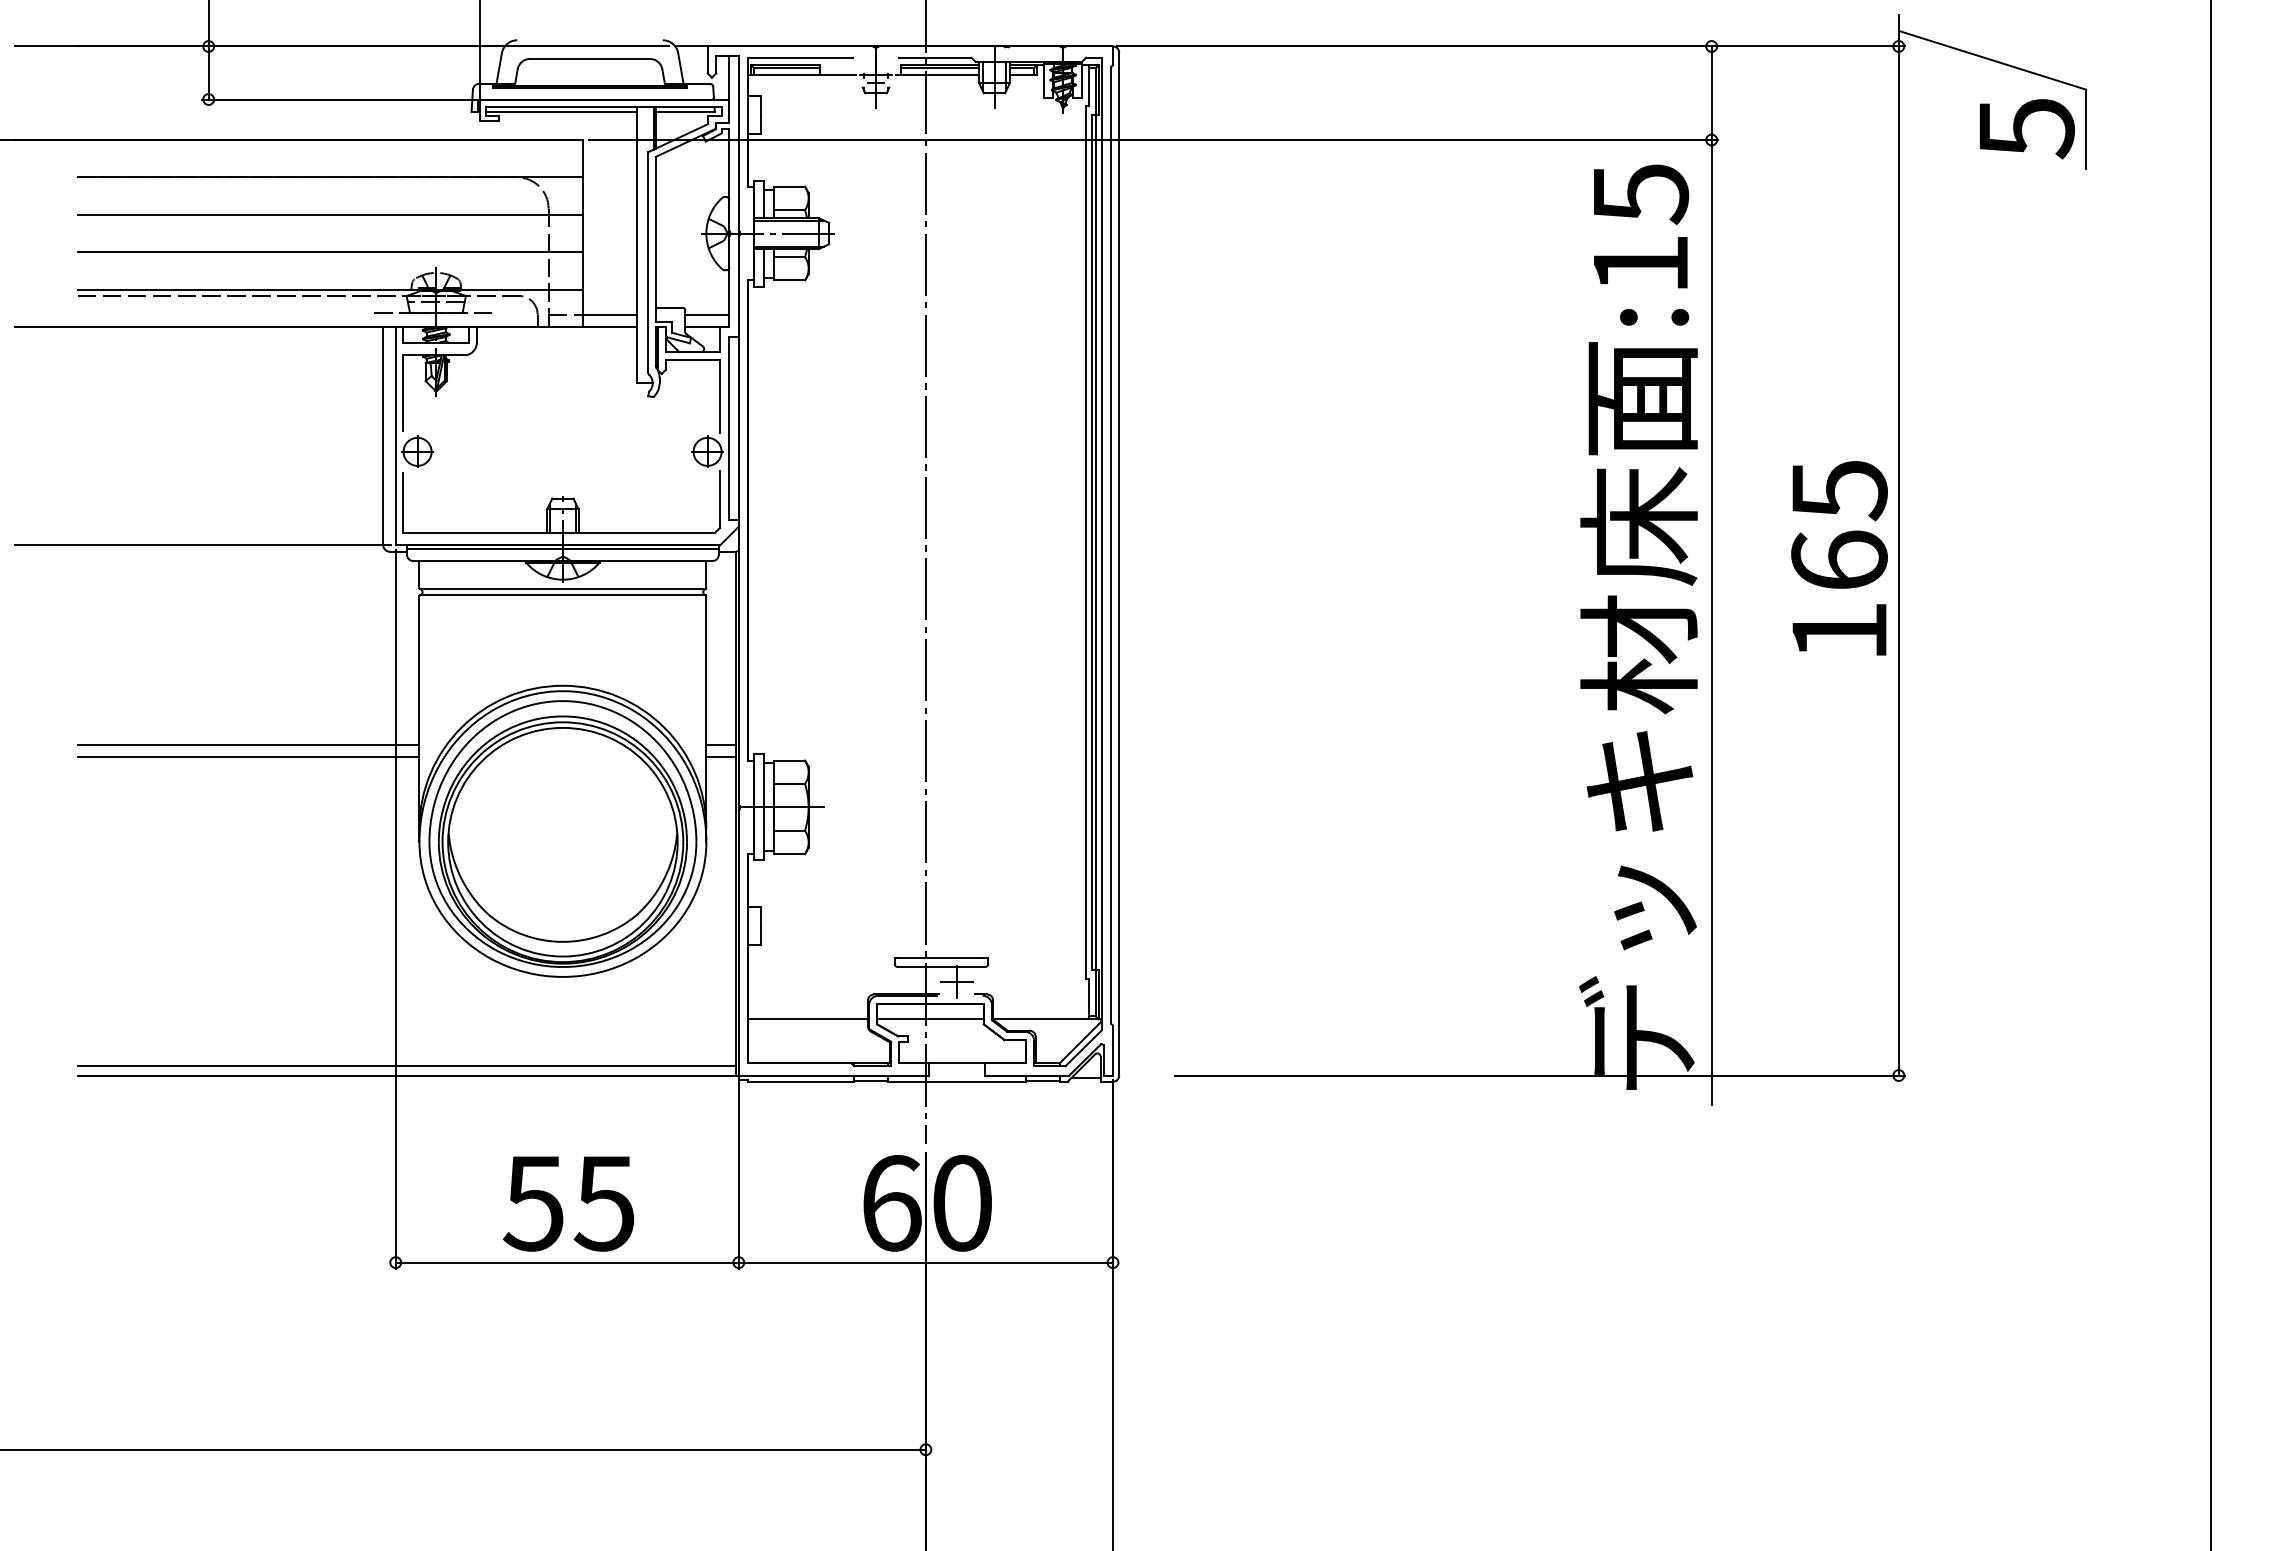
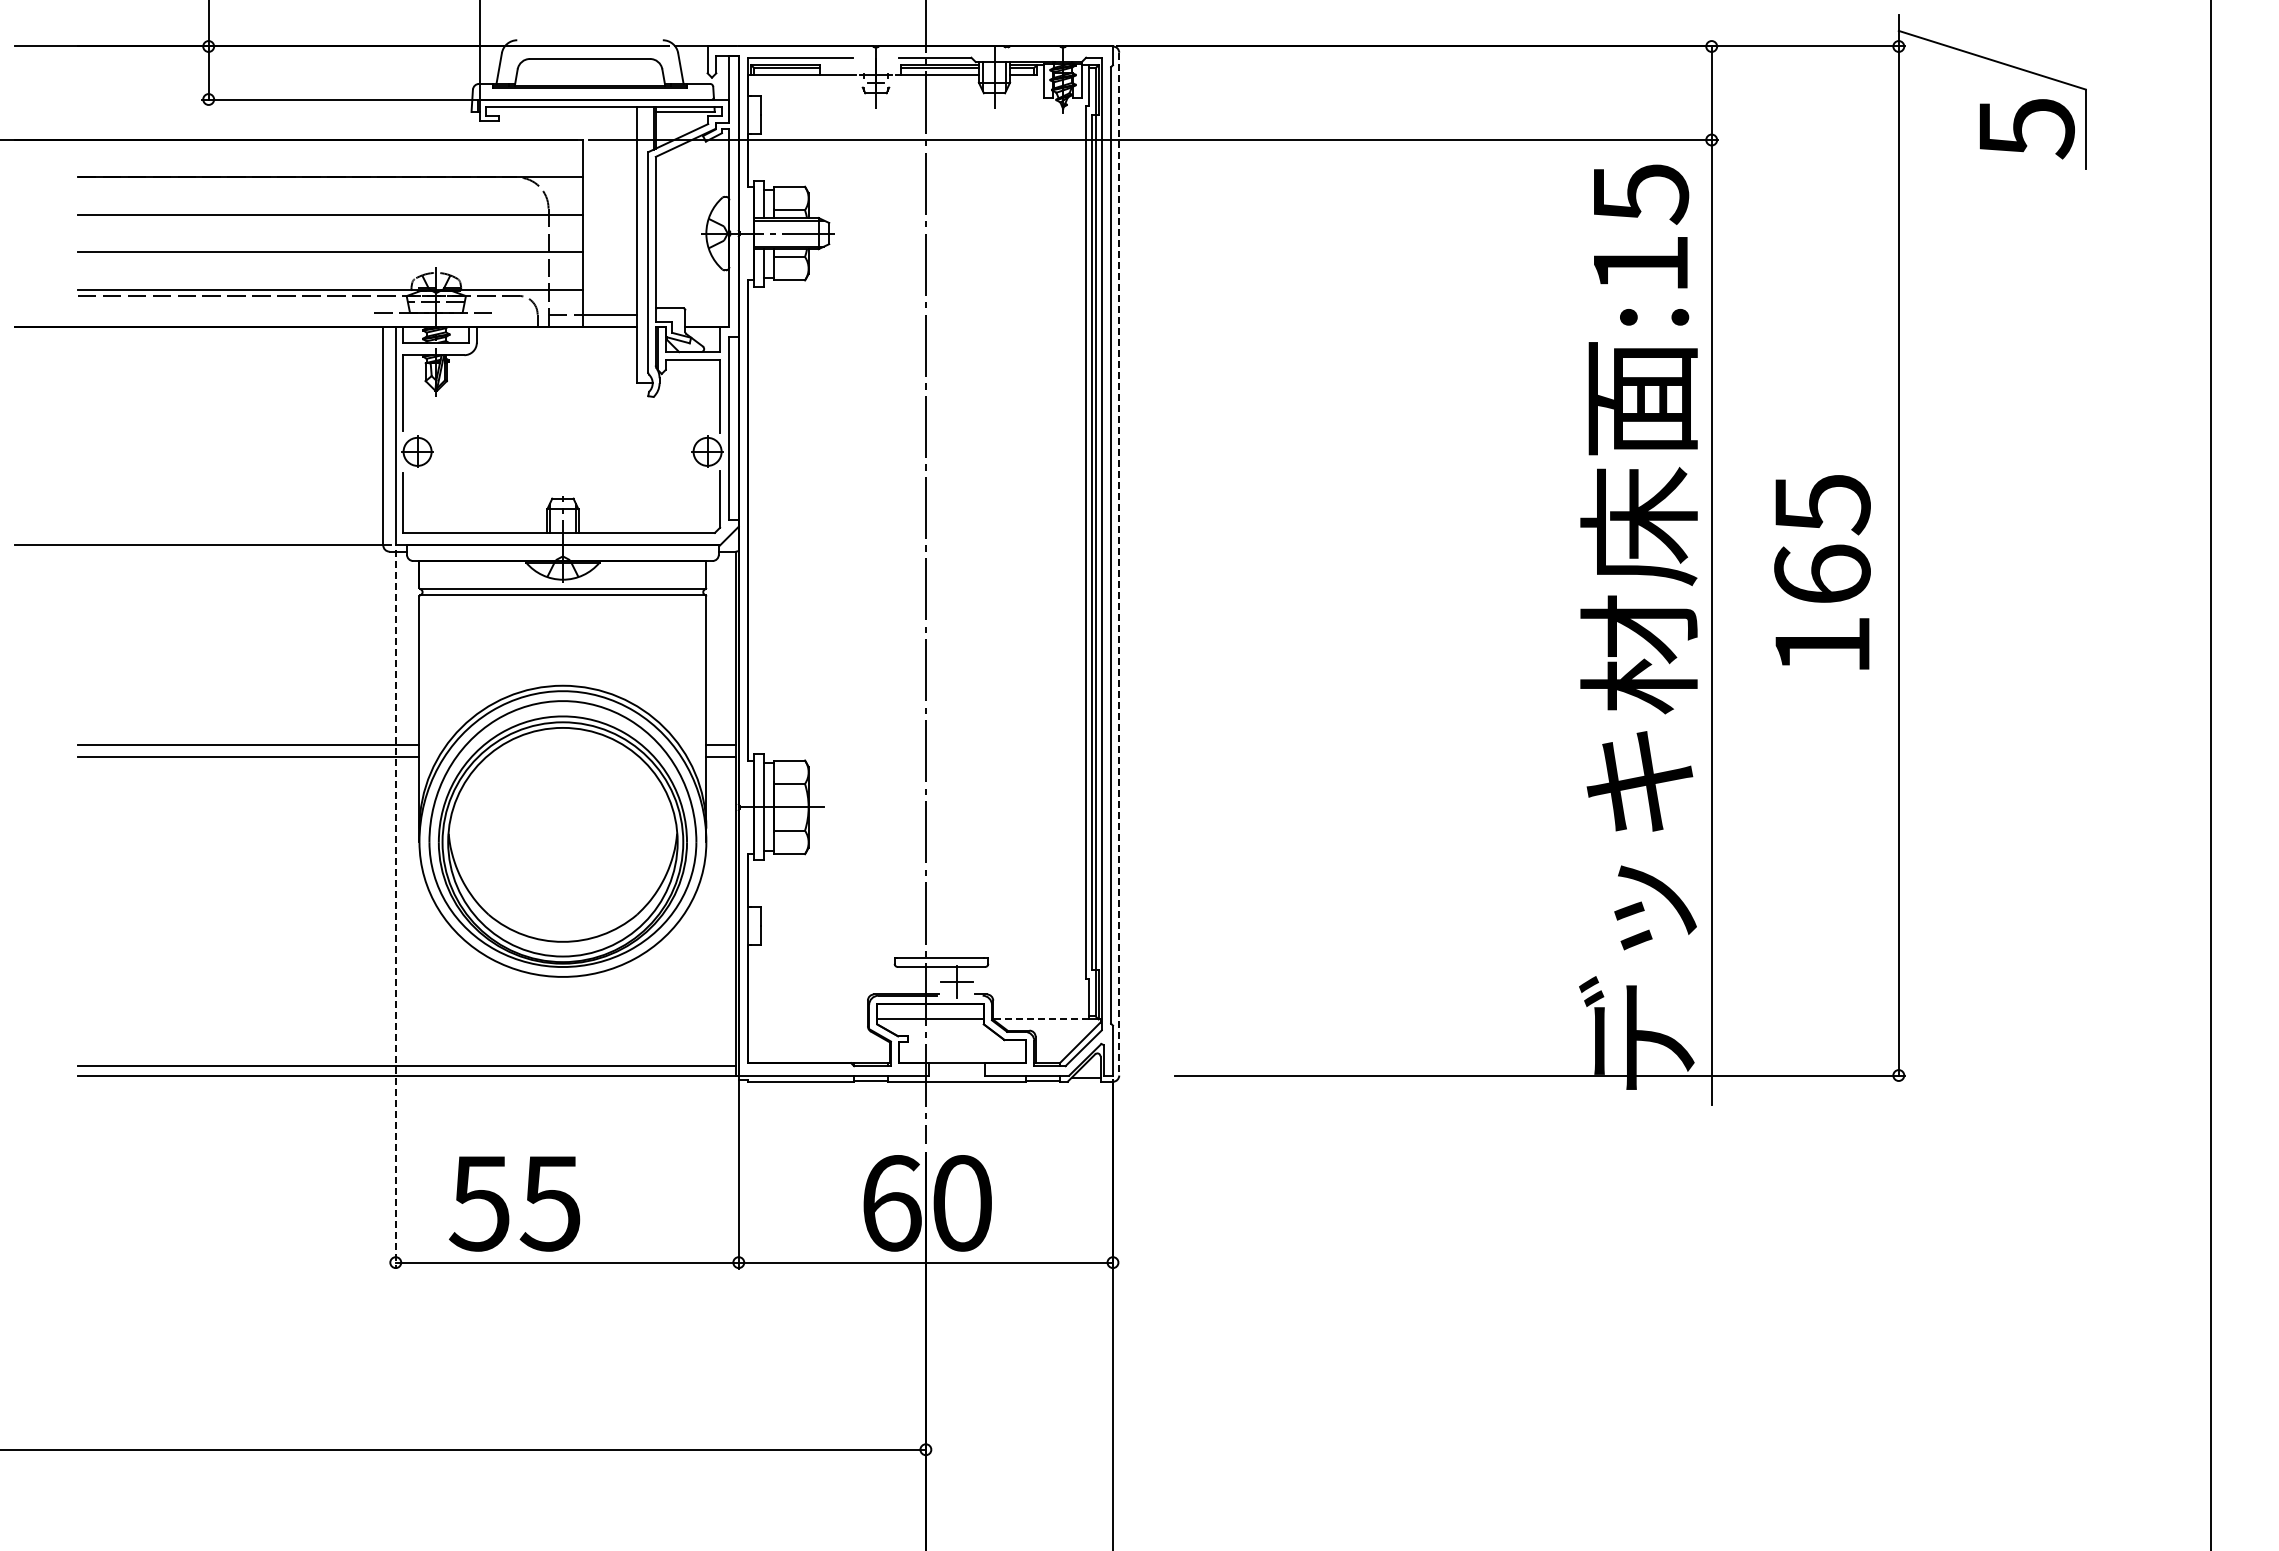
line at (560, 111): present -> none
line at (707, 314): present -> none
line at (562, 548): present -> none
text at (1839, 558) position: (1839, 558) -> (1822, 572)
line at (1119, 564): solid -> dashed
line at (395, 909): solid -> dashed
line at (807, 1019): present -> none
line at (1040, 1019): solid -> dashed
text at (568, 1203) position: (568, 1203) -> (514, 1203)
